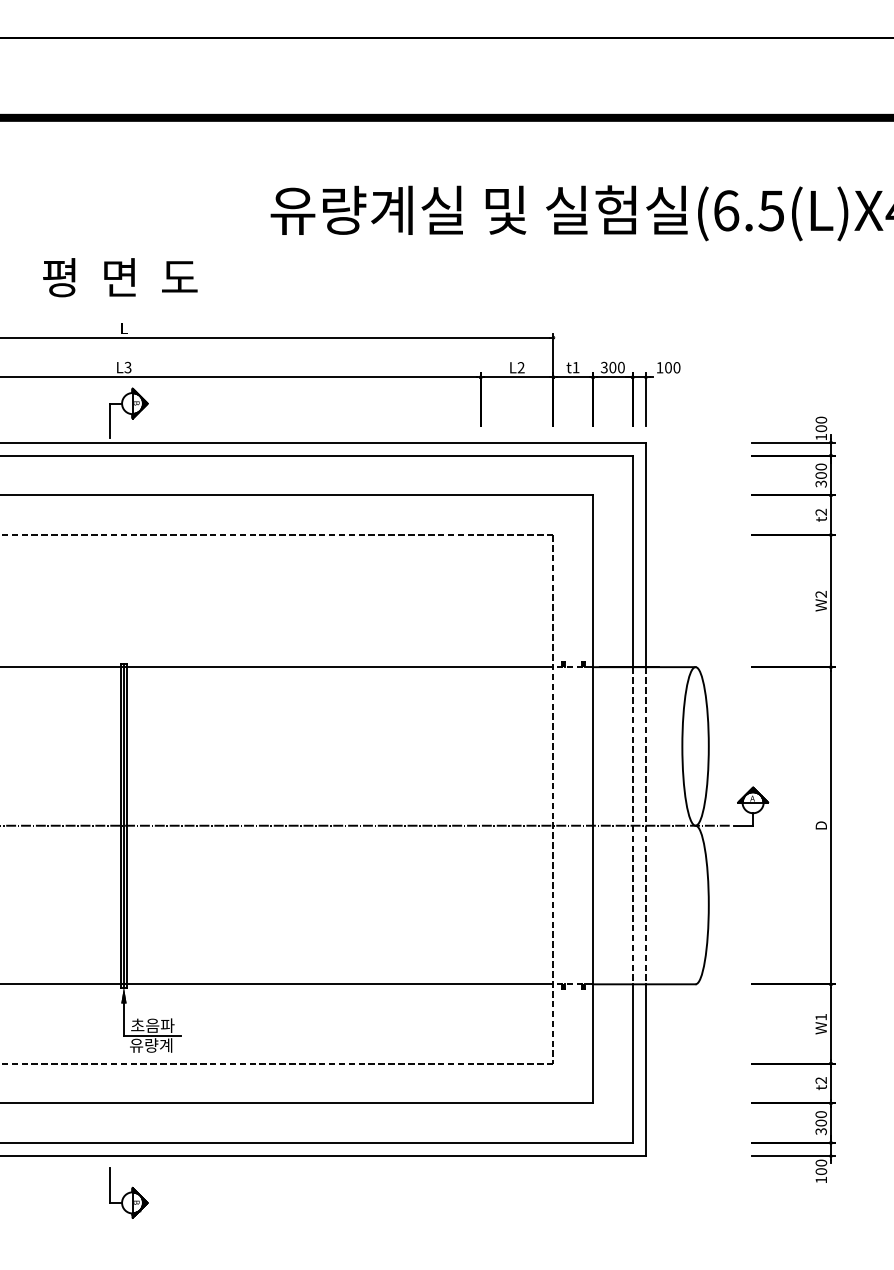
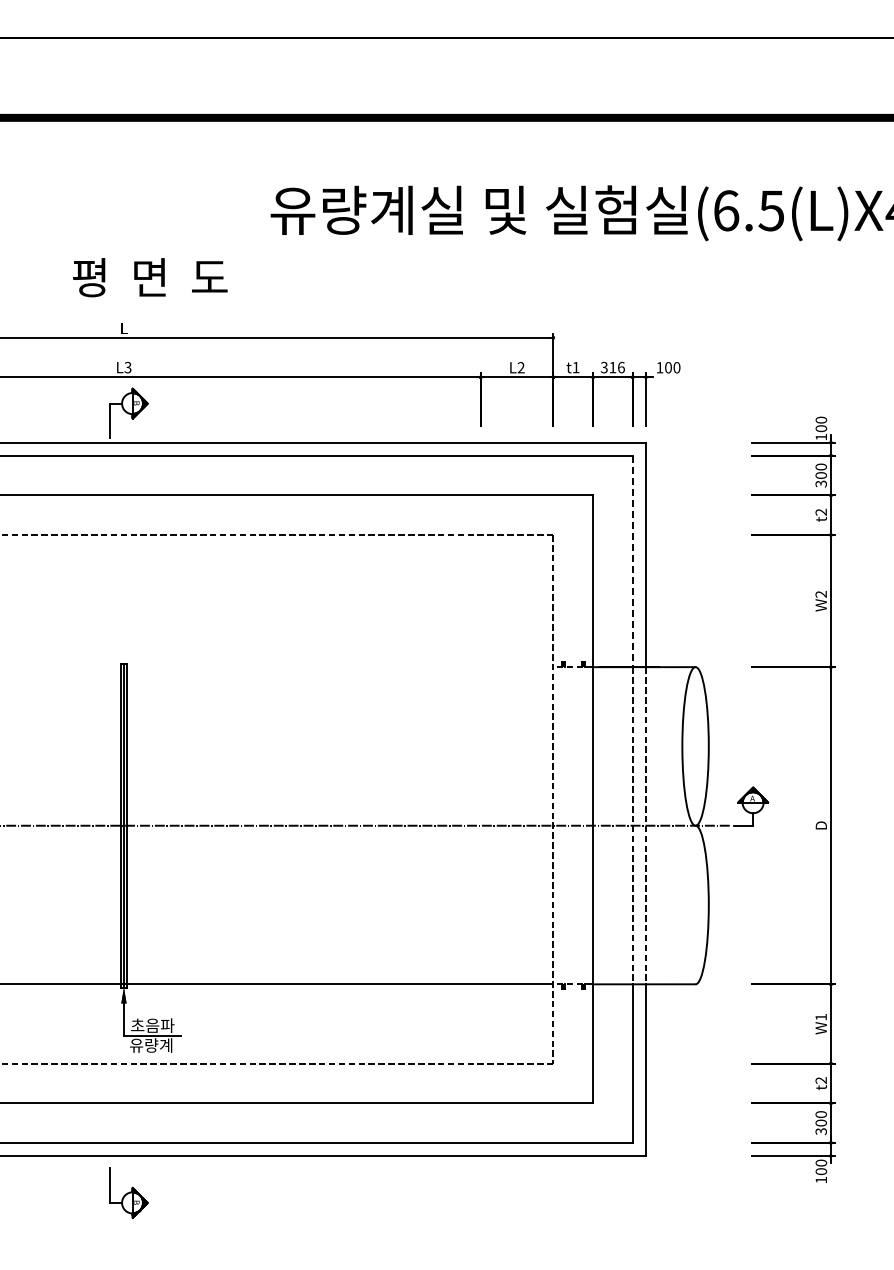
text at (120, 277) position: (120, 277) -> (150, 277)
text at (616, 367): 300 -> 316
line at (632, 561): solid -> dashed
line at (277, 667): present -> none
